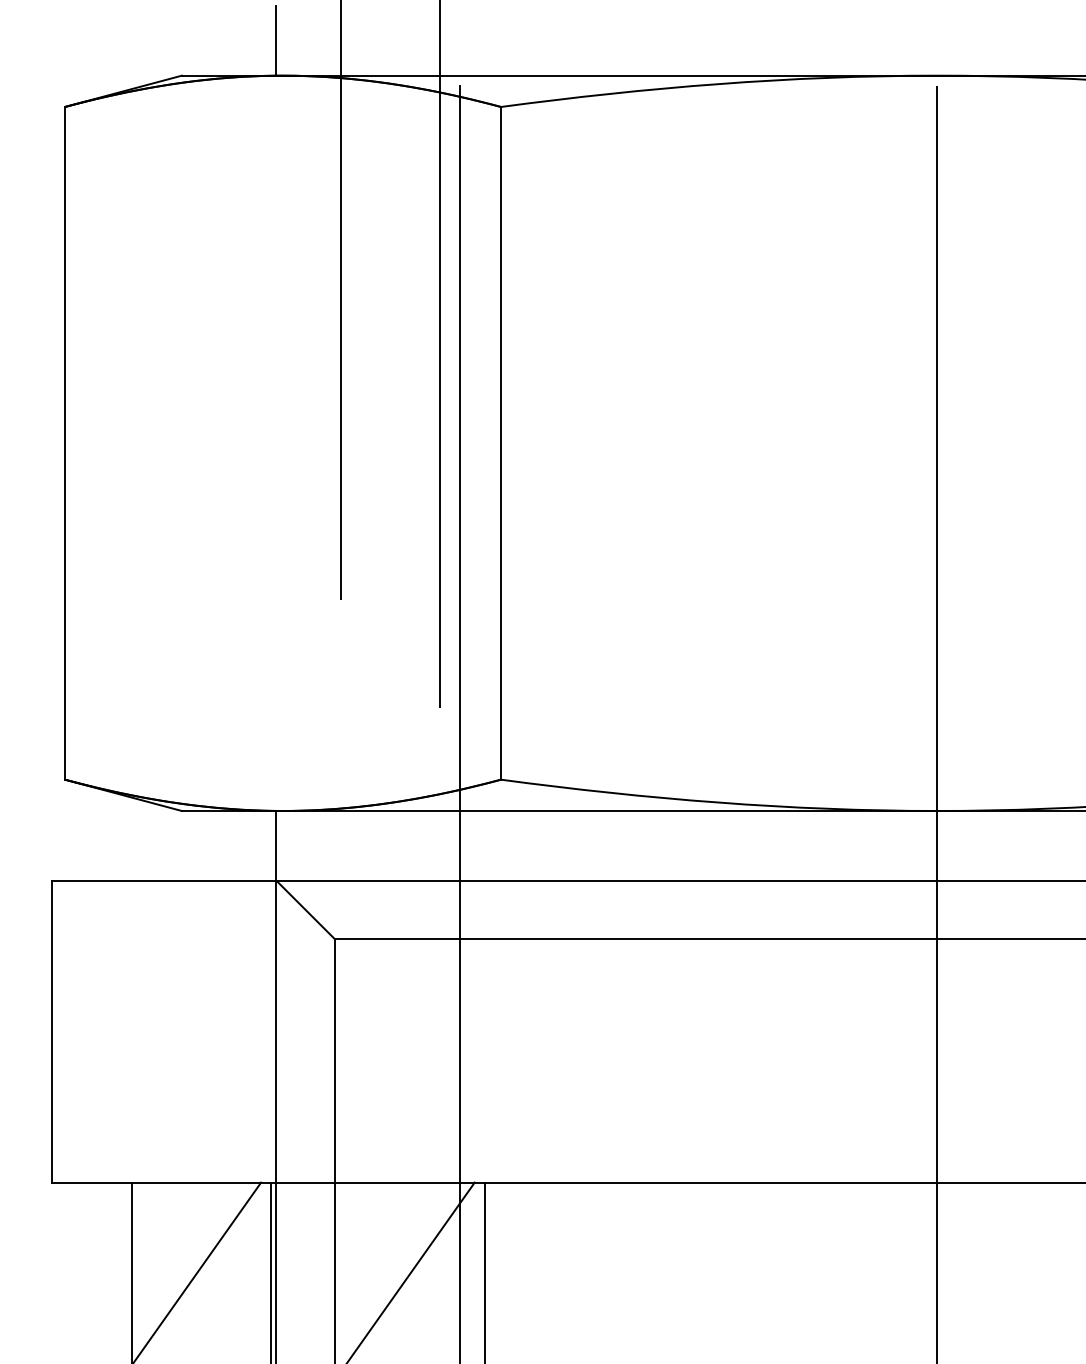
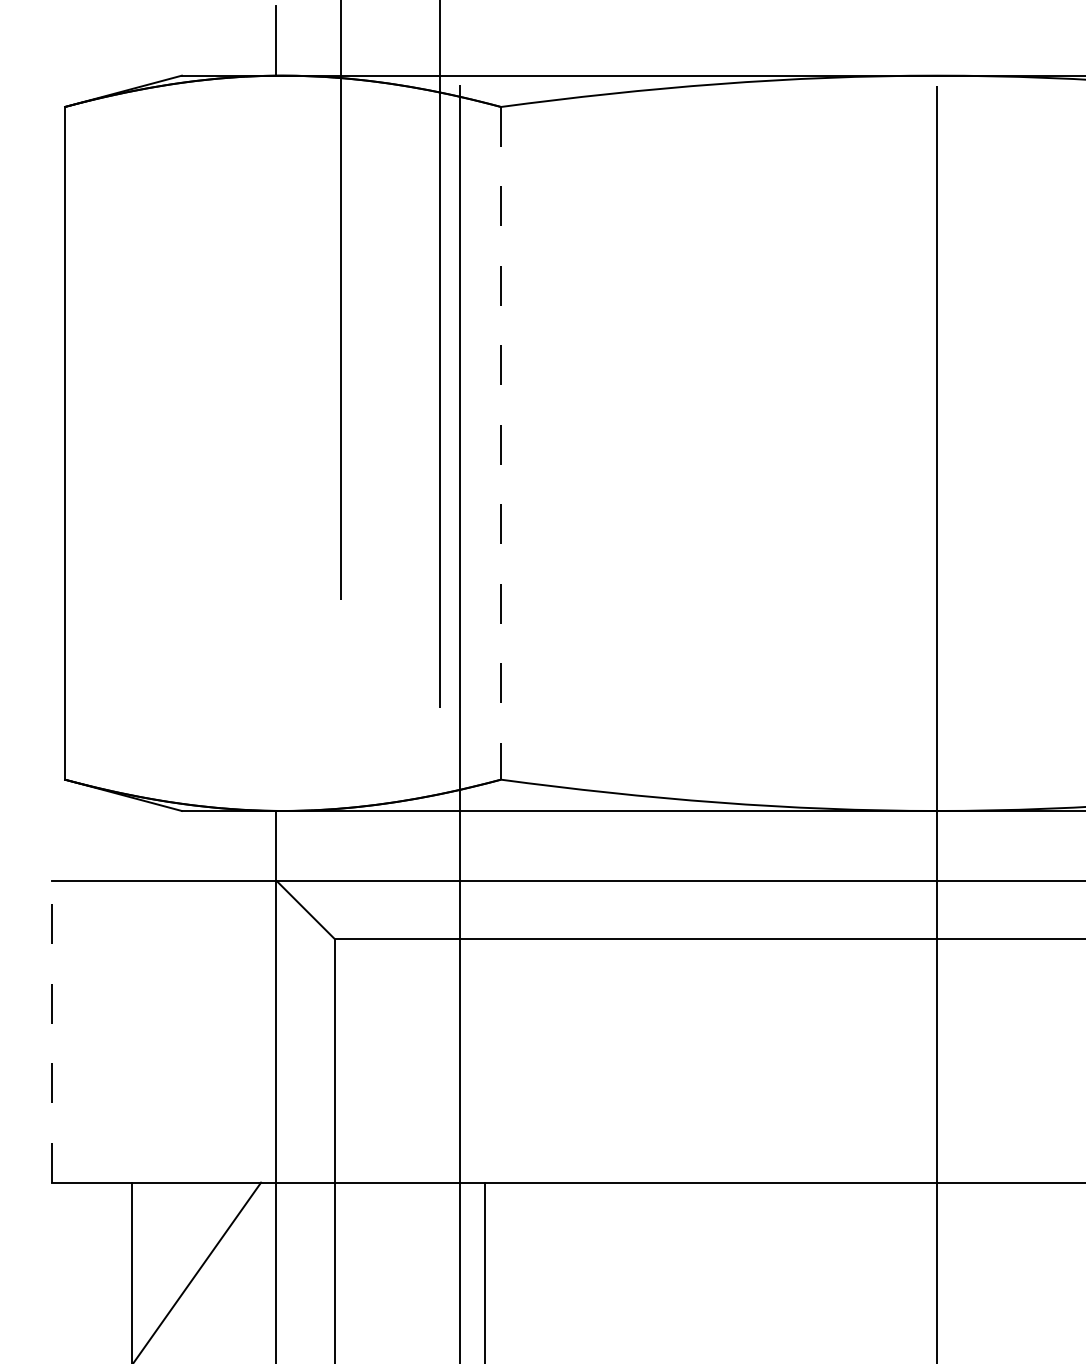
line at (501, 443): solid -> dashed
line at (51, 1031): solid -> dashed
line at (271, 1271): present -> none
line at (411, 1271): present -> none
